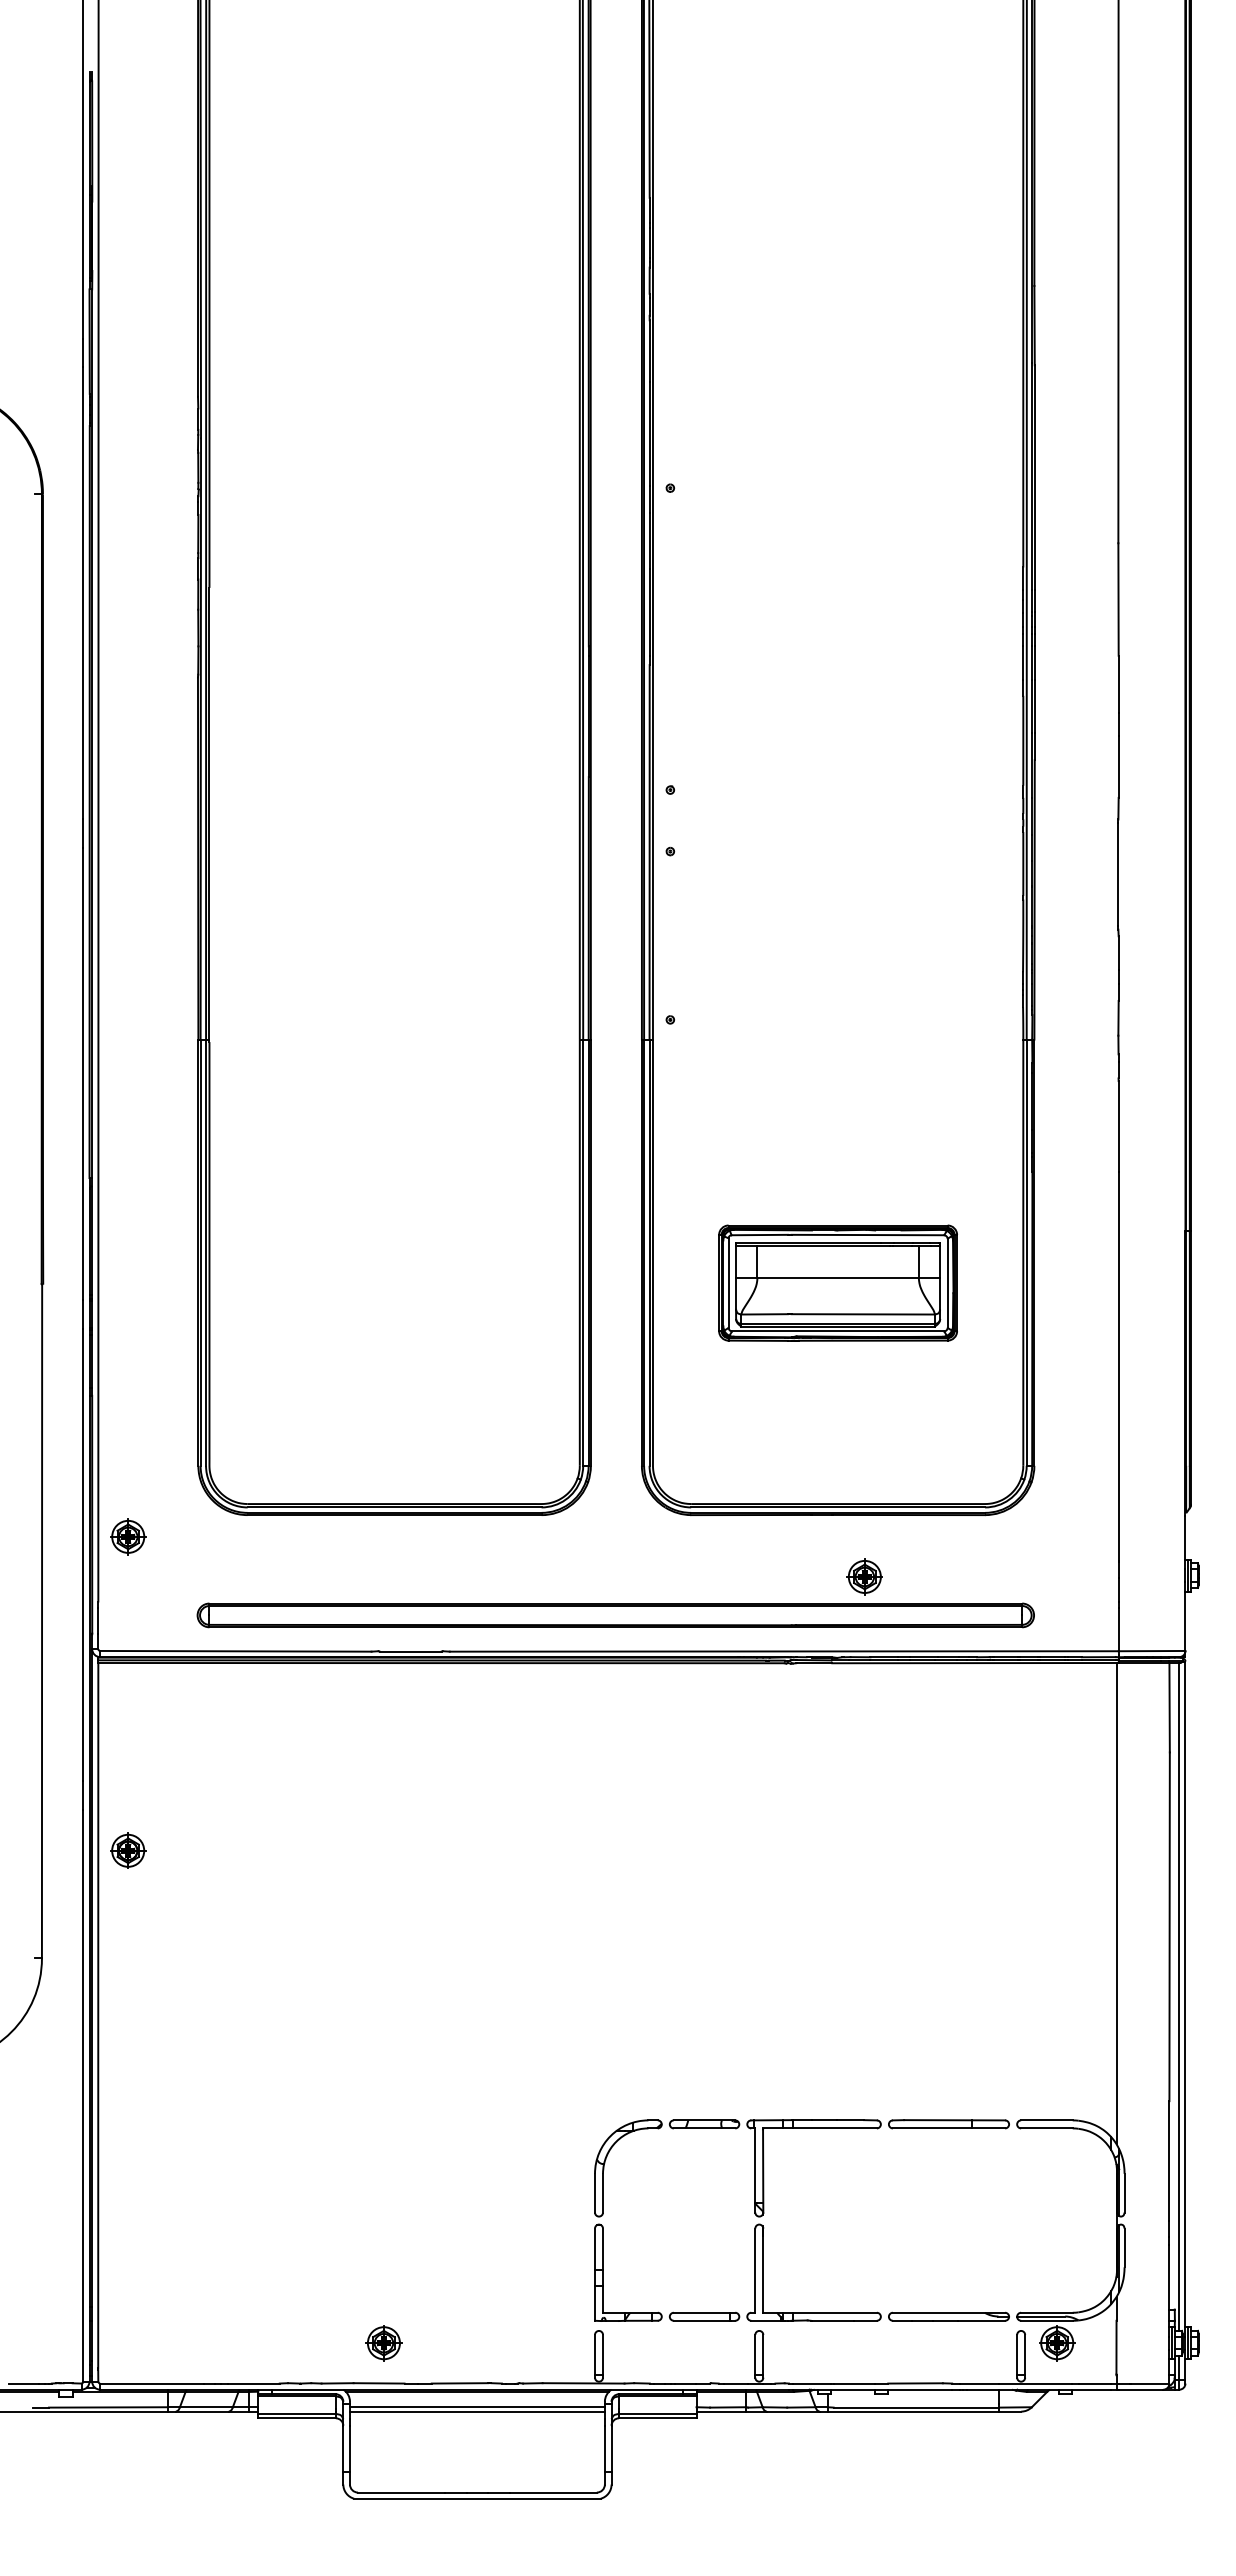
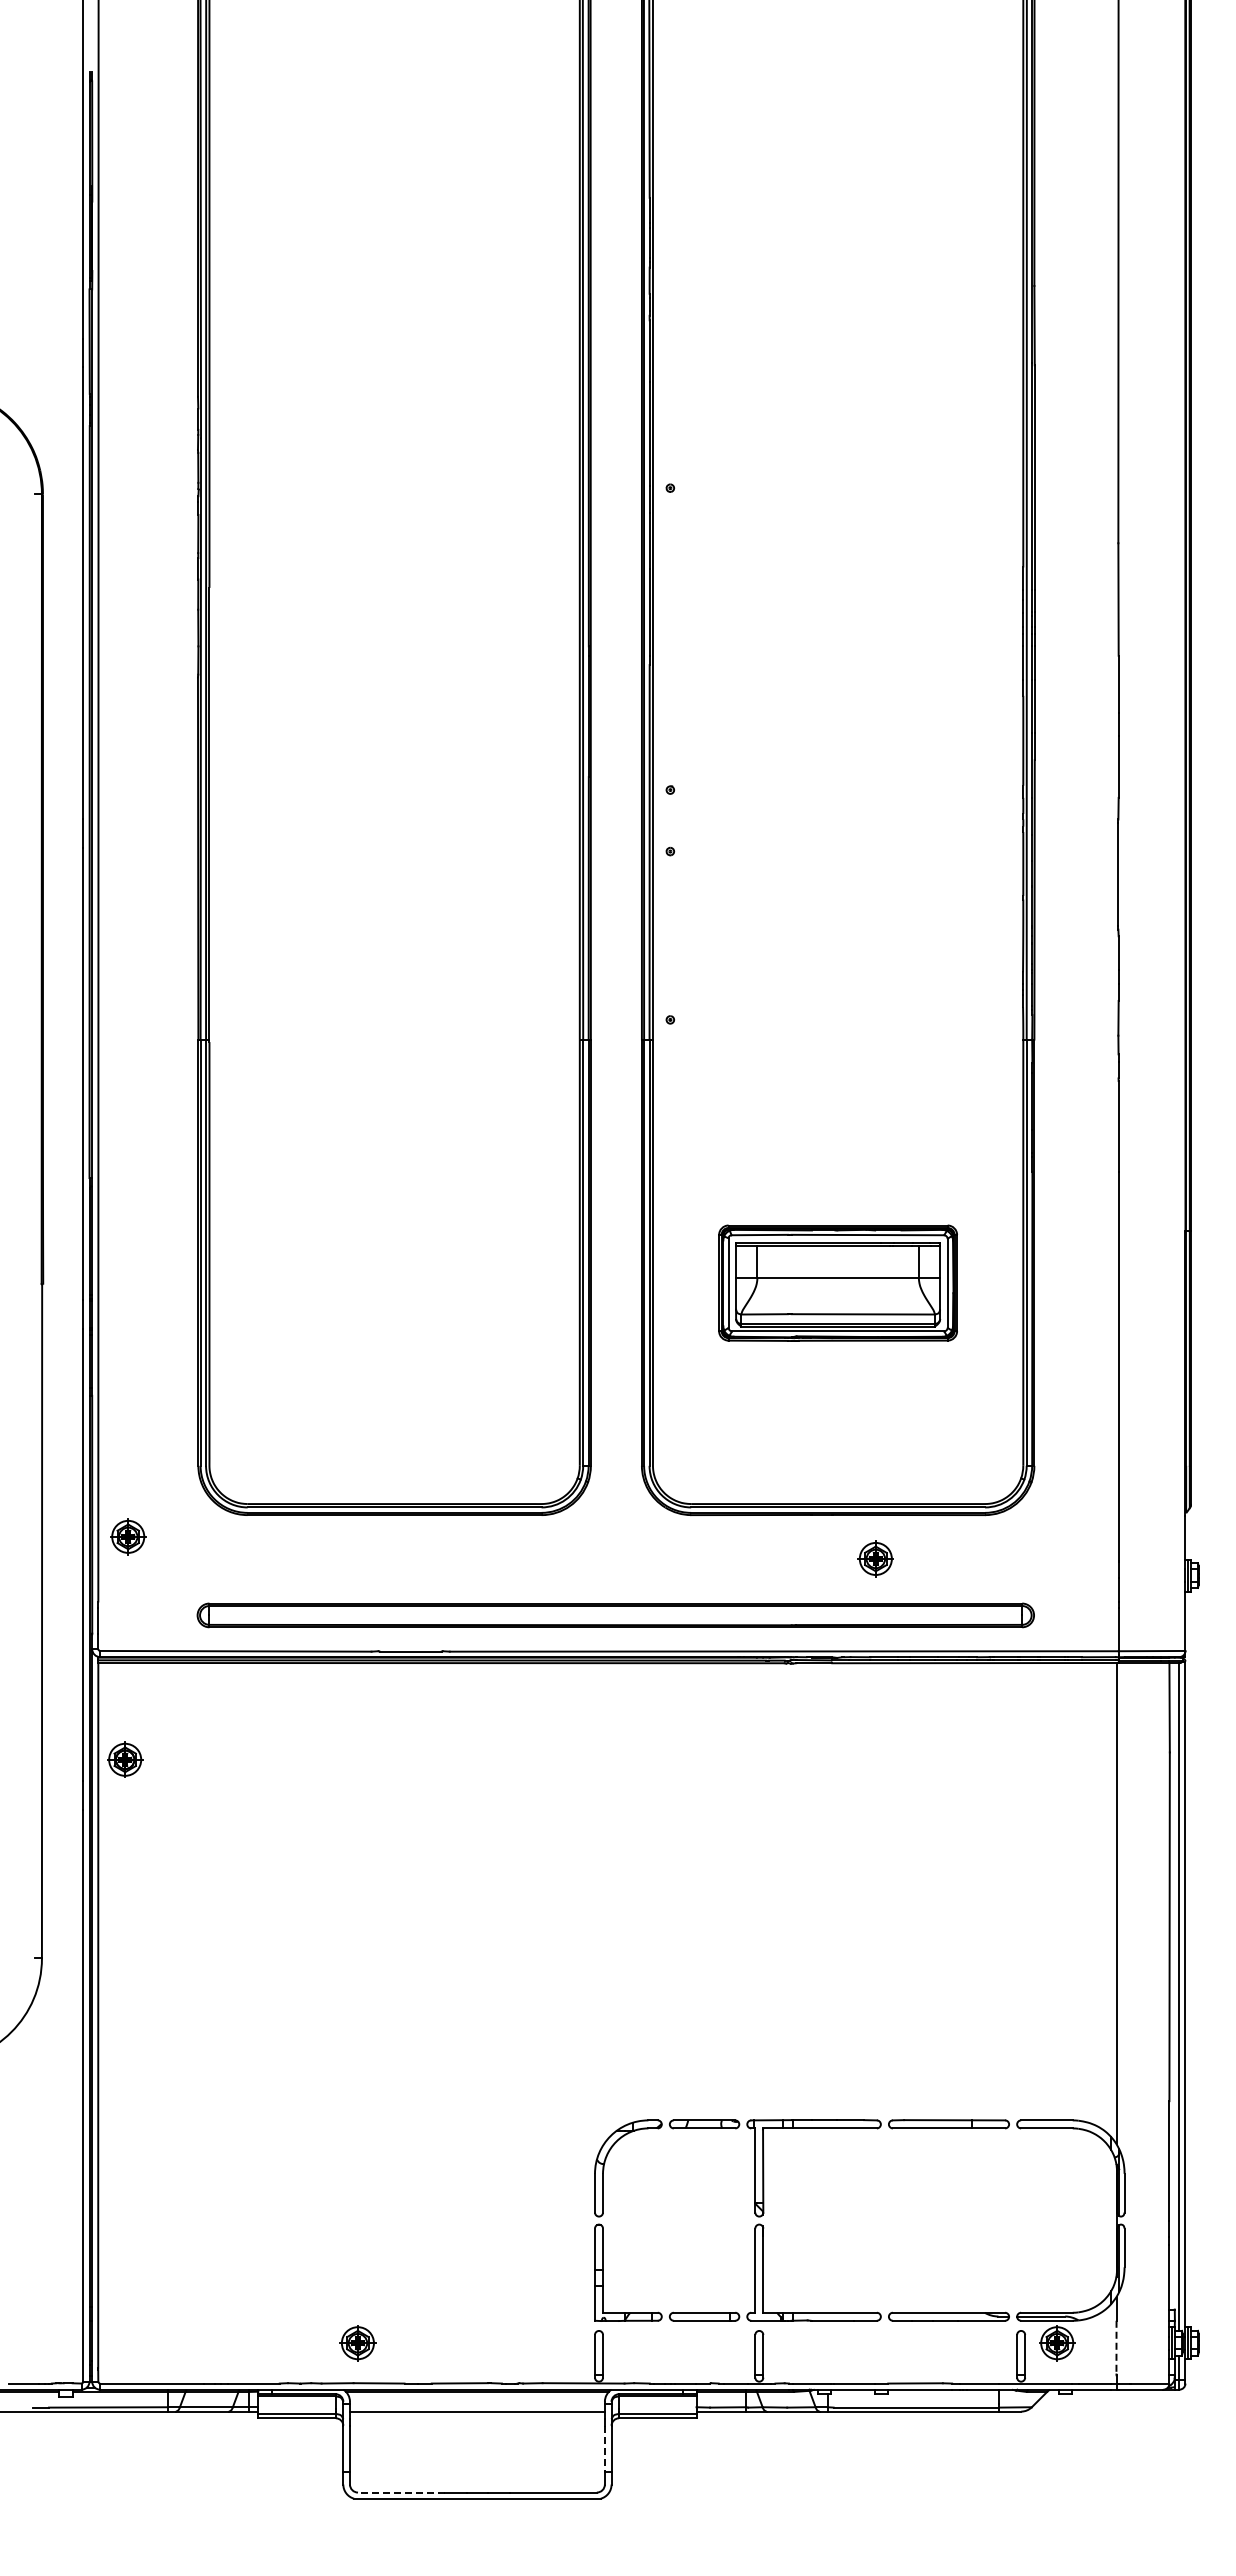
part at (864, 1576) position: (864, 1576) -> (875, 1558)
part at (128, 1850) position: (128, 1850) -> (125, 1759)
part at (383, 2343) position: (383, 2343) -> (357, 2343)
line at (1116, 2347): solid -> dashed
line at (477, 2407): present -> none
line at (604, 2449): solid -> dashed
line at (401, 2492): solid -> dashed
